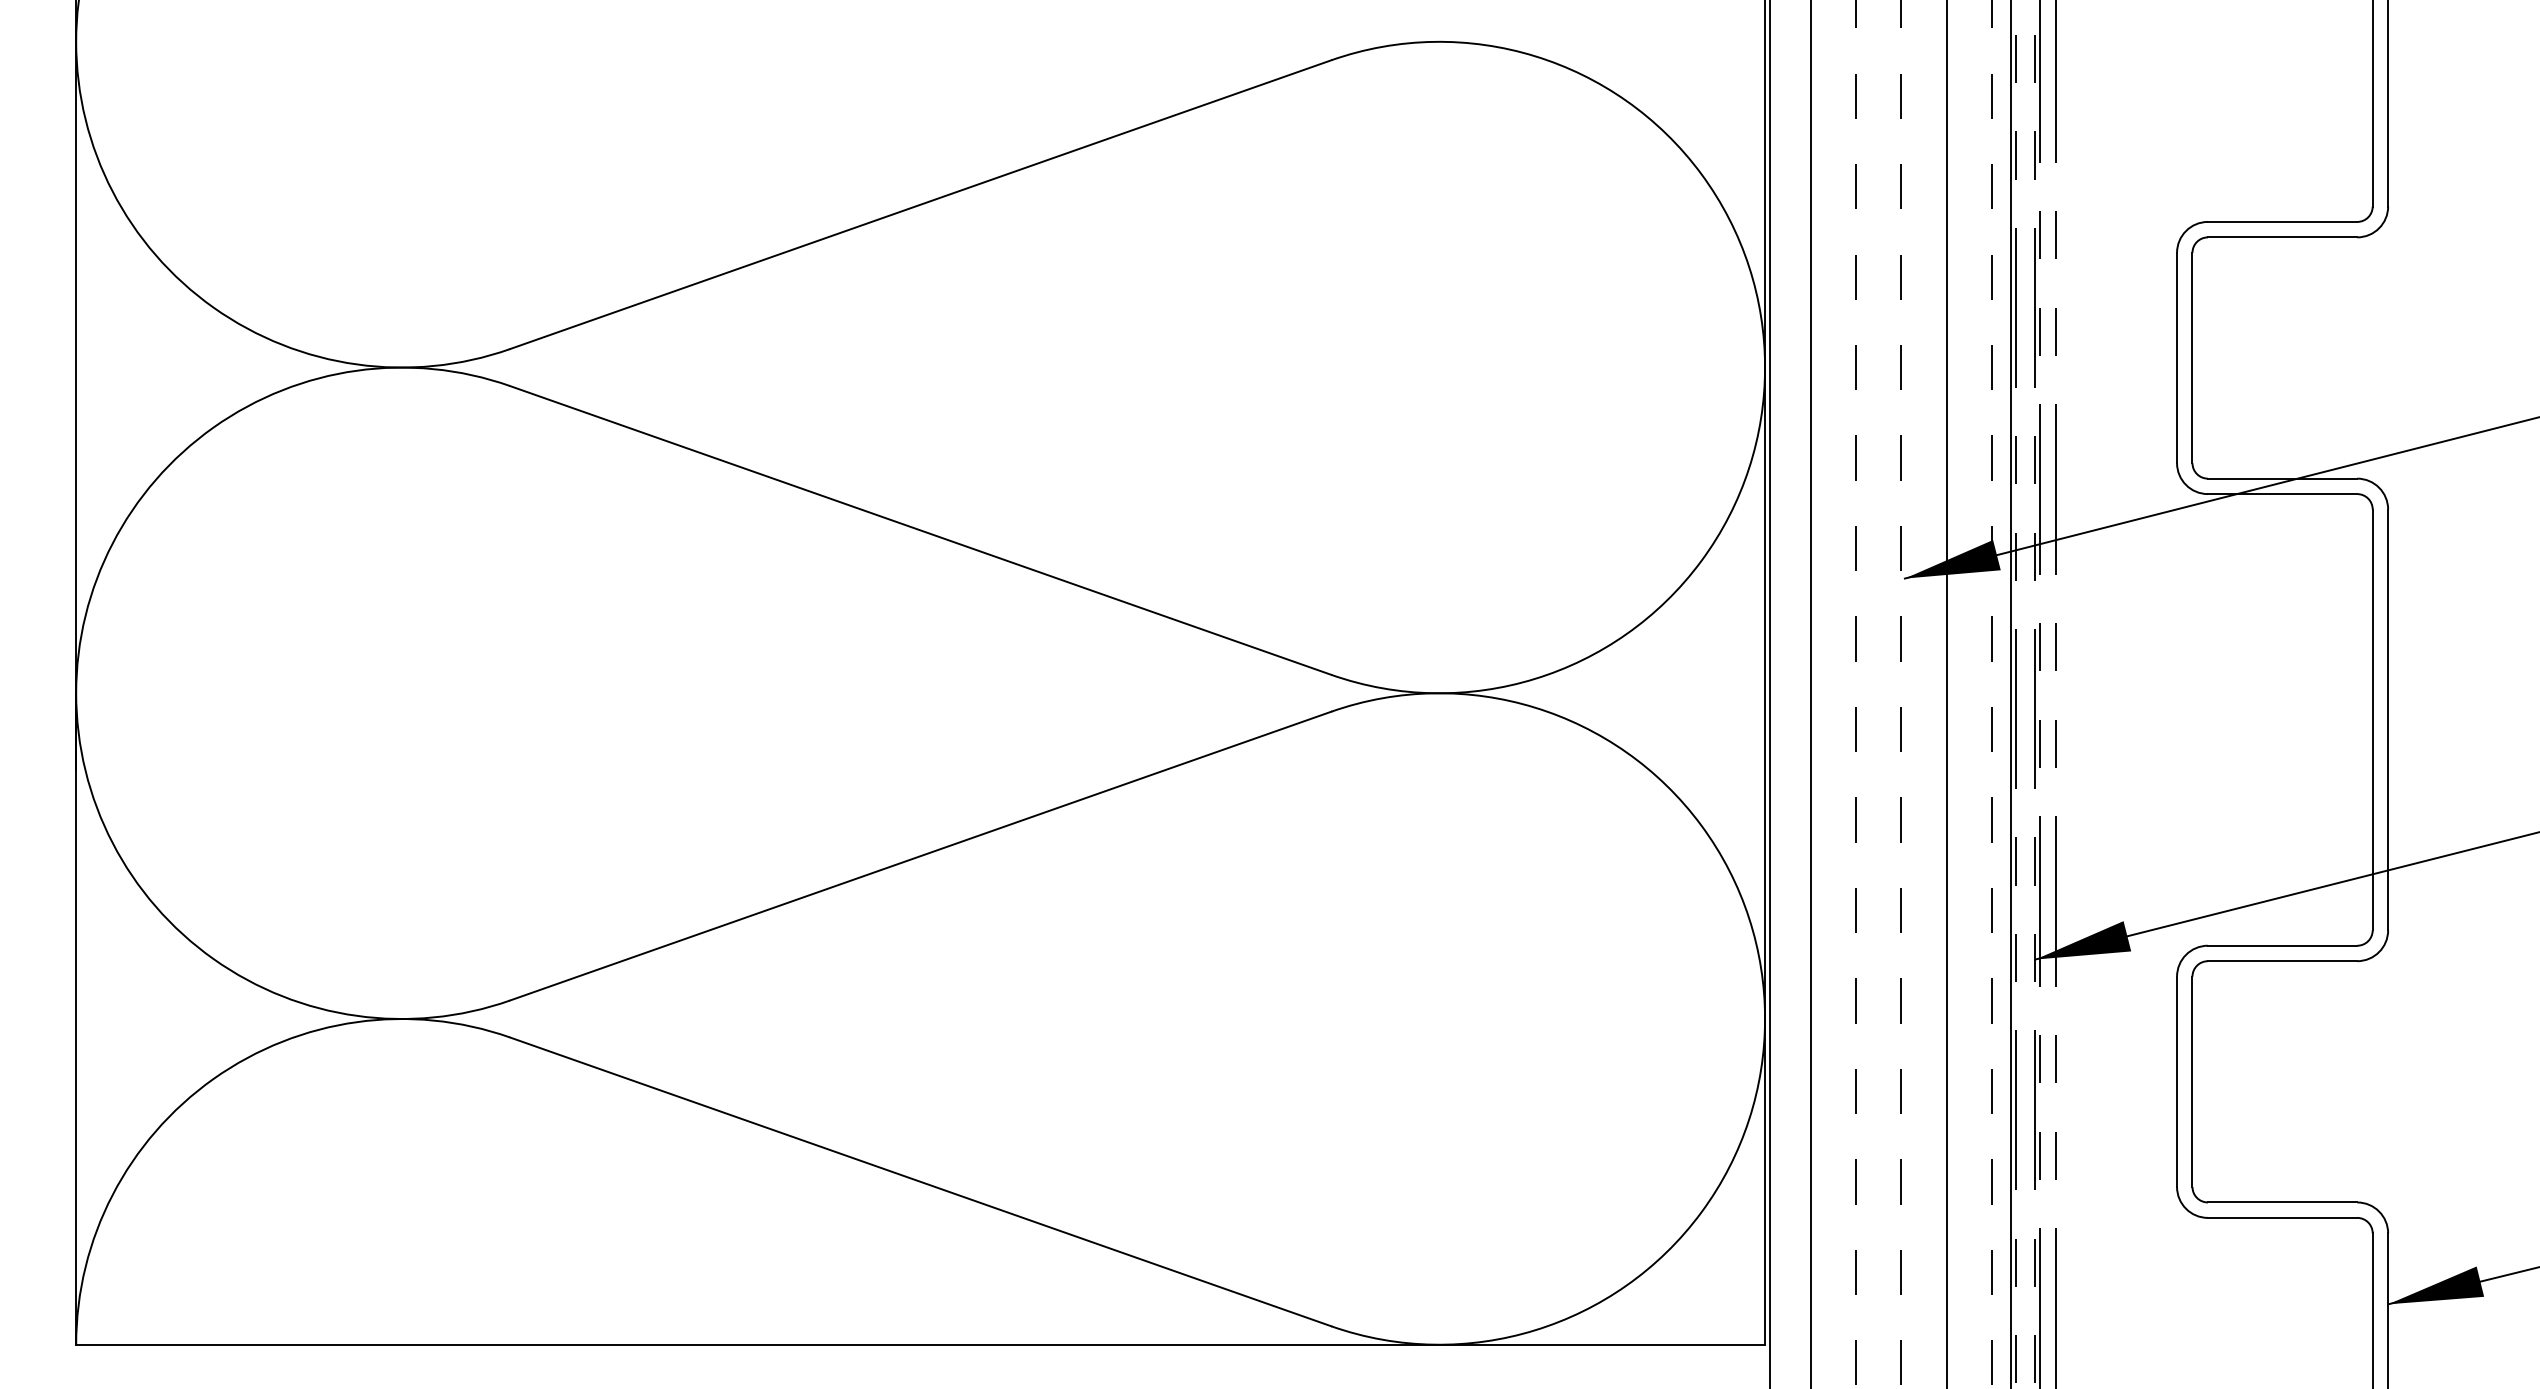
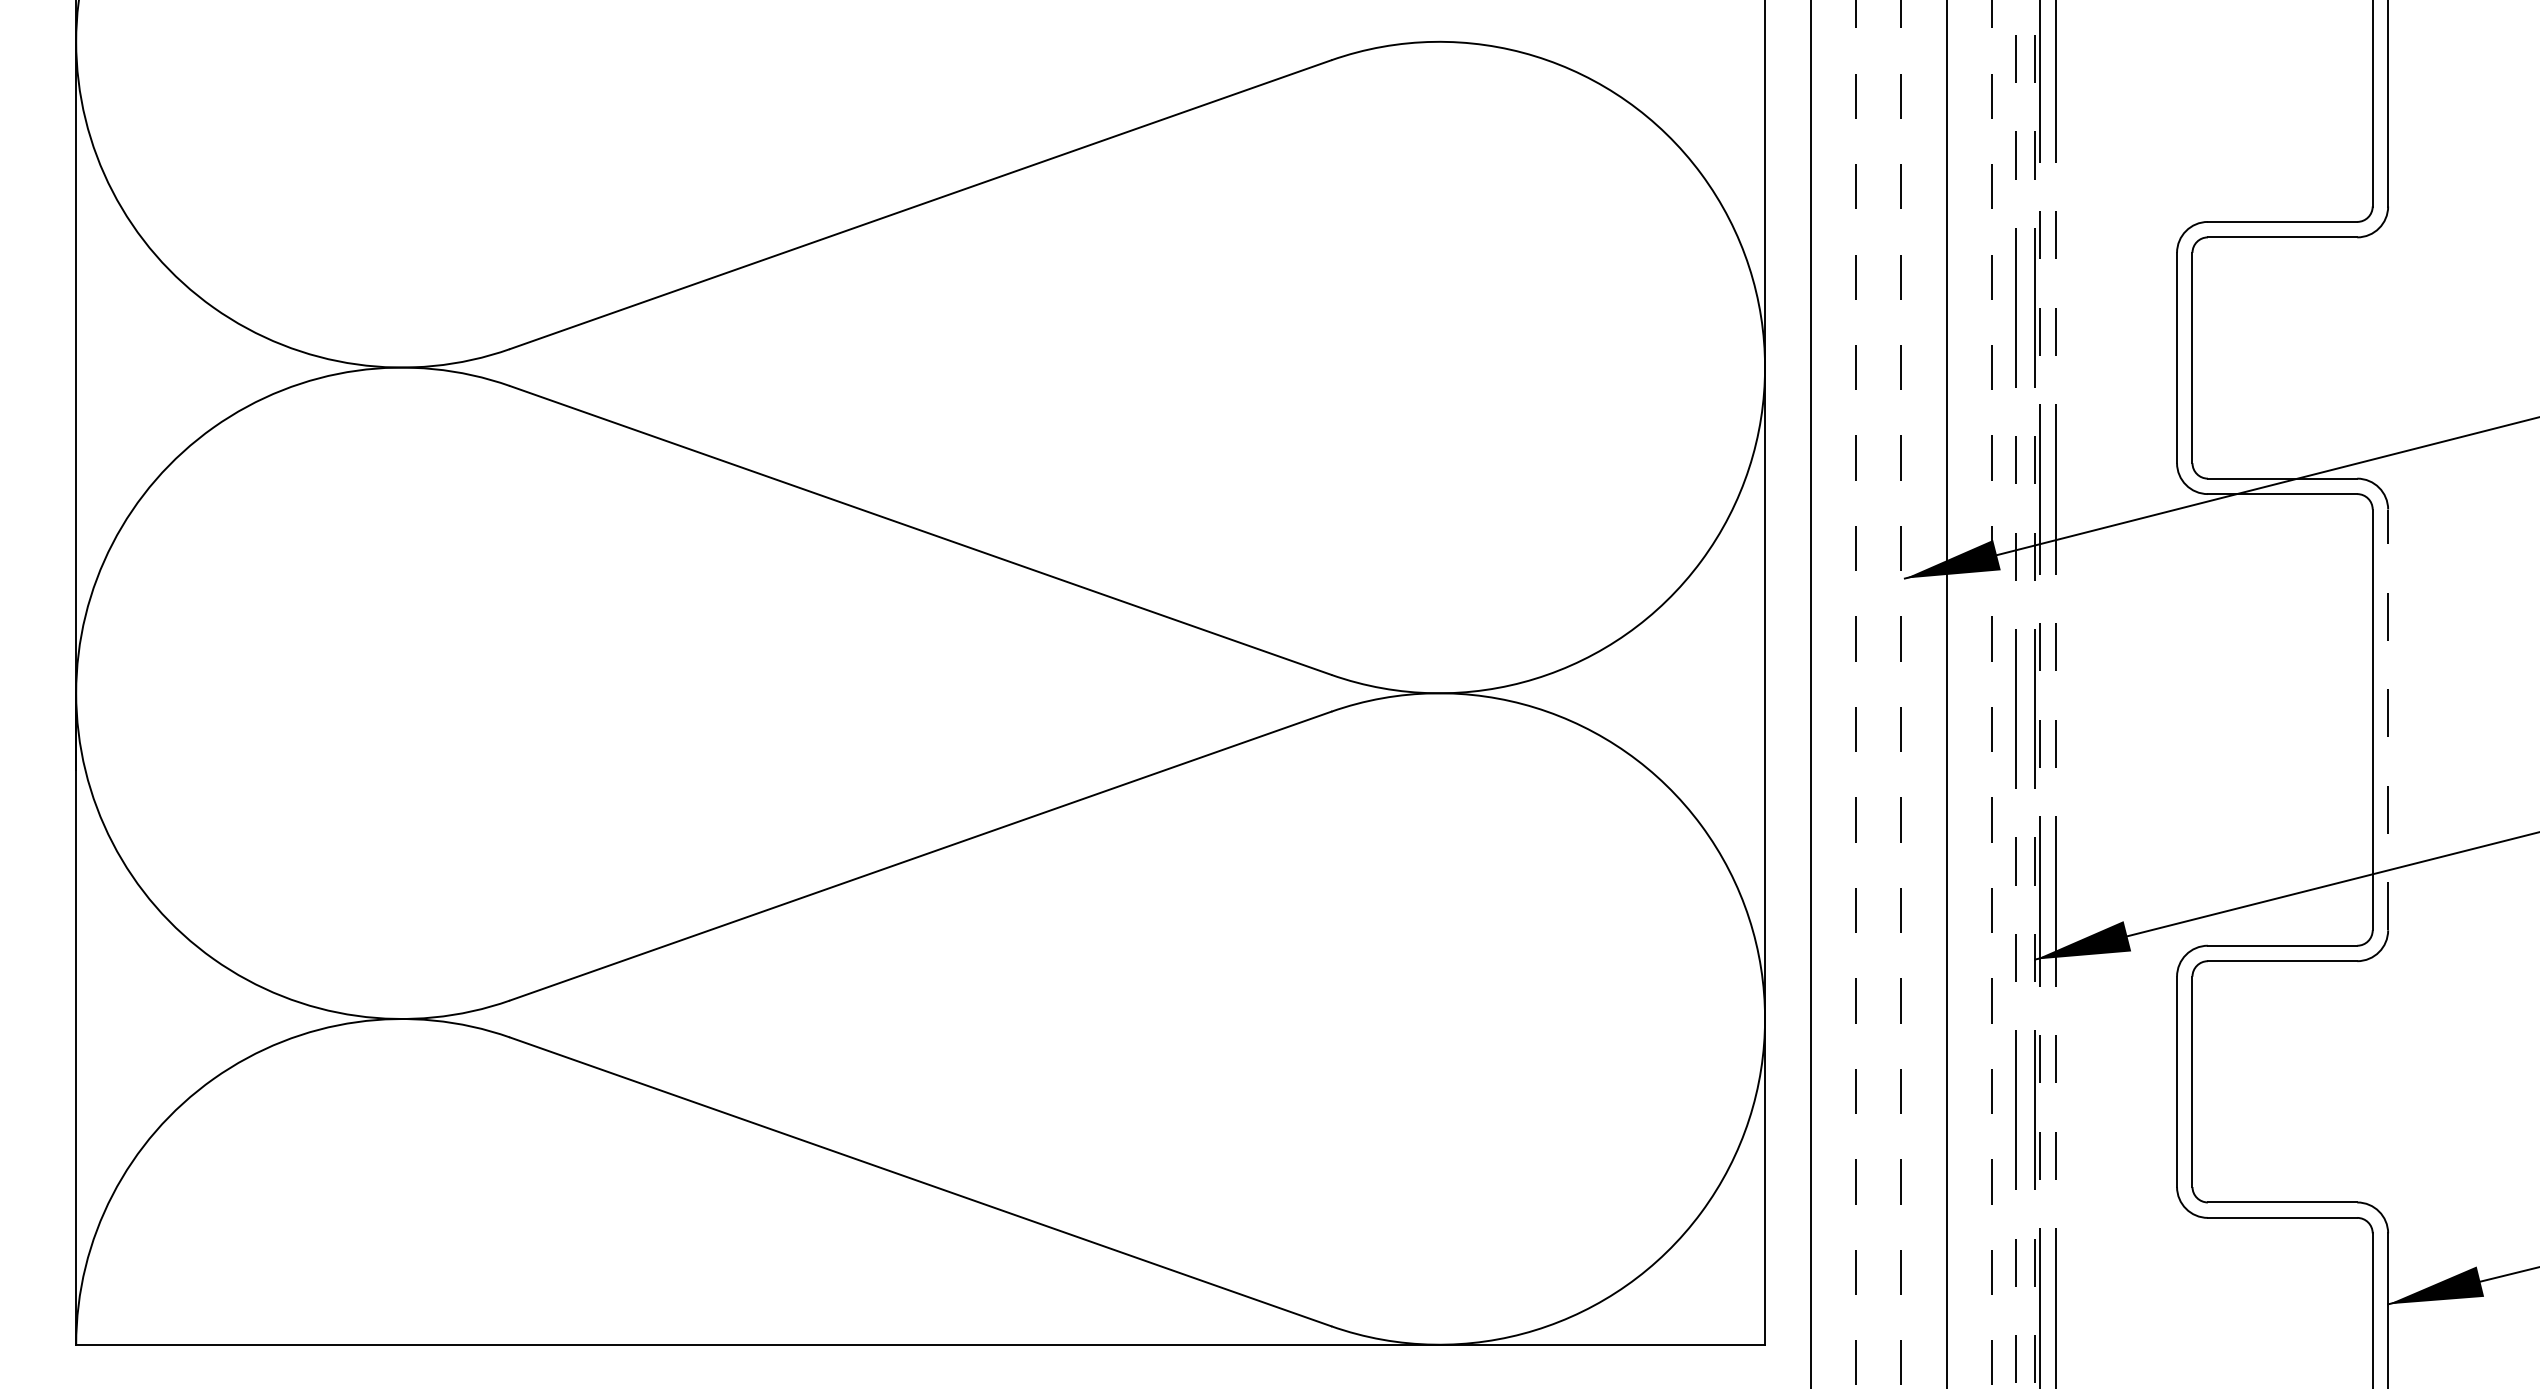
line at (1769, 693): present -> none
line at (2011, 693): present -> none
line at (2388, 719): solid -> dashed
